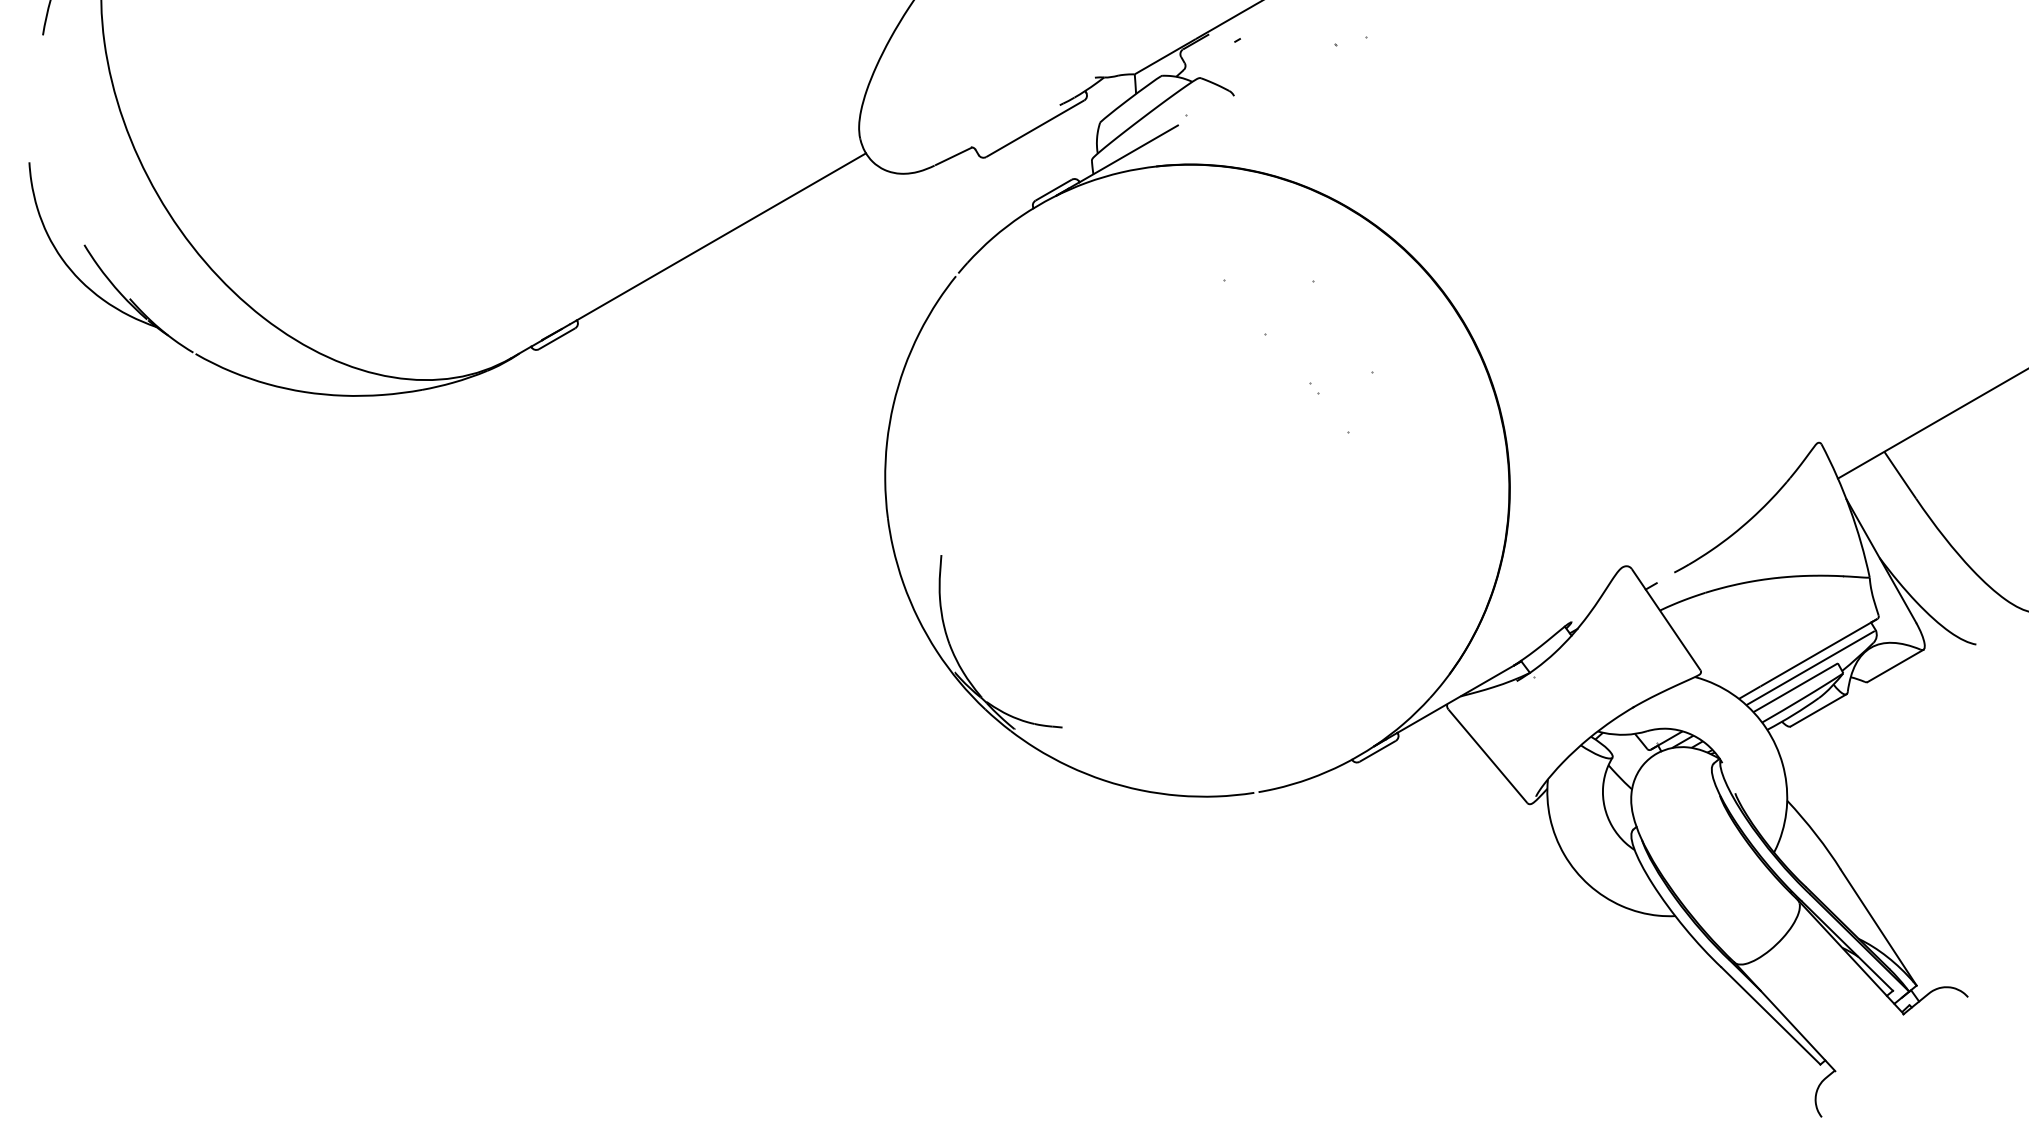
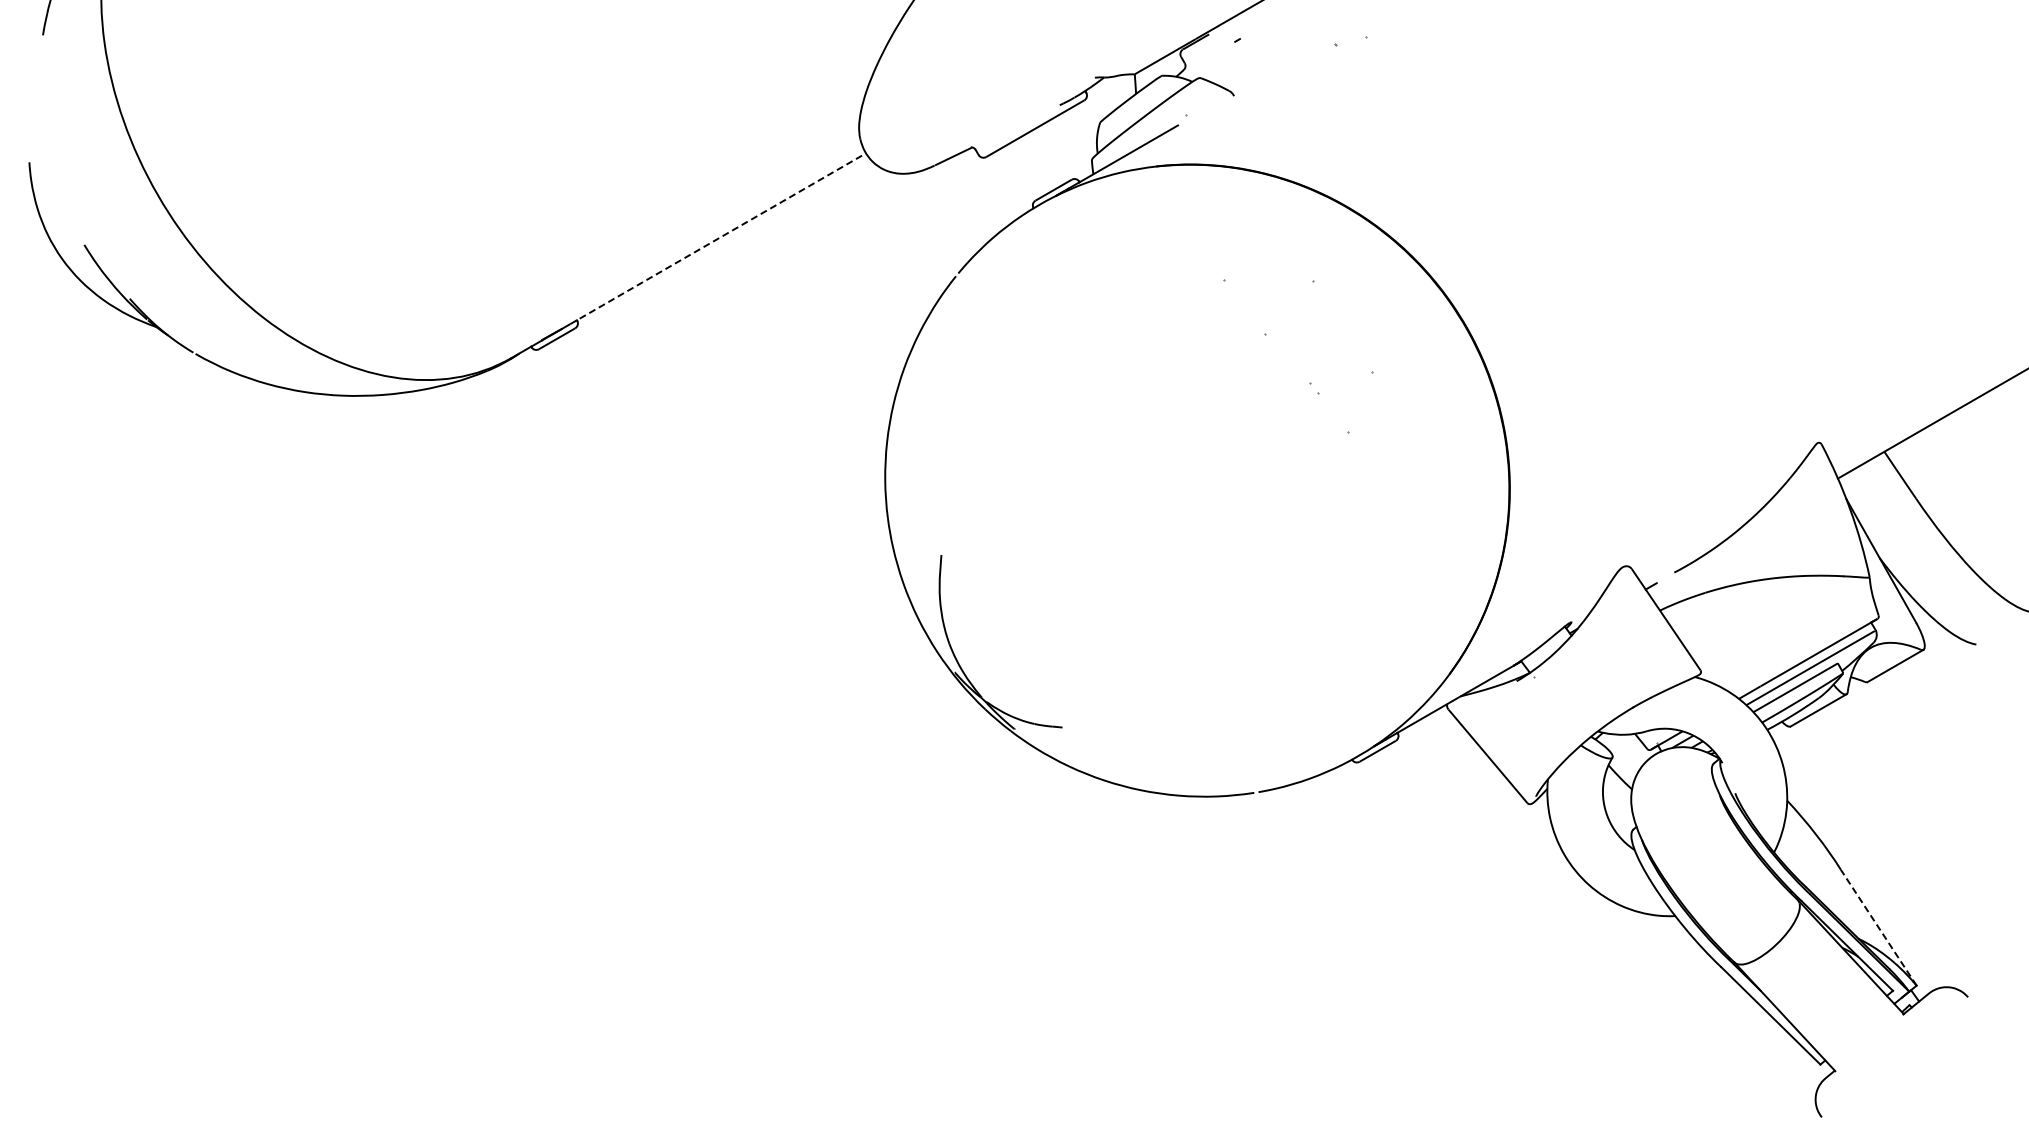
line at (718, 238): solid -> dashed
line at (1878, 927): solid -> dashed
